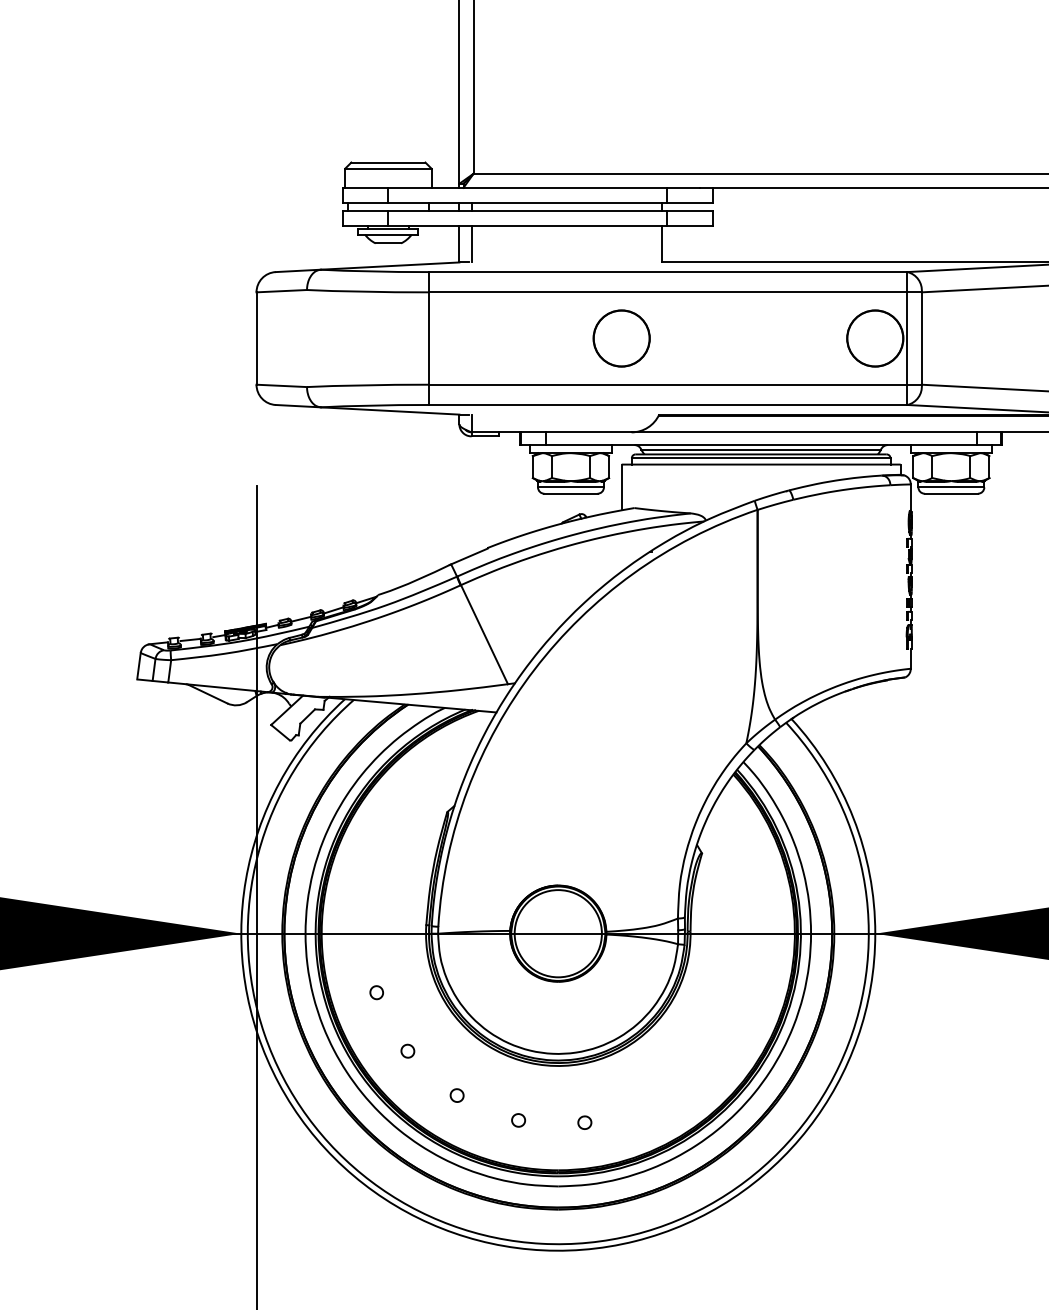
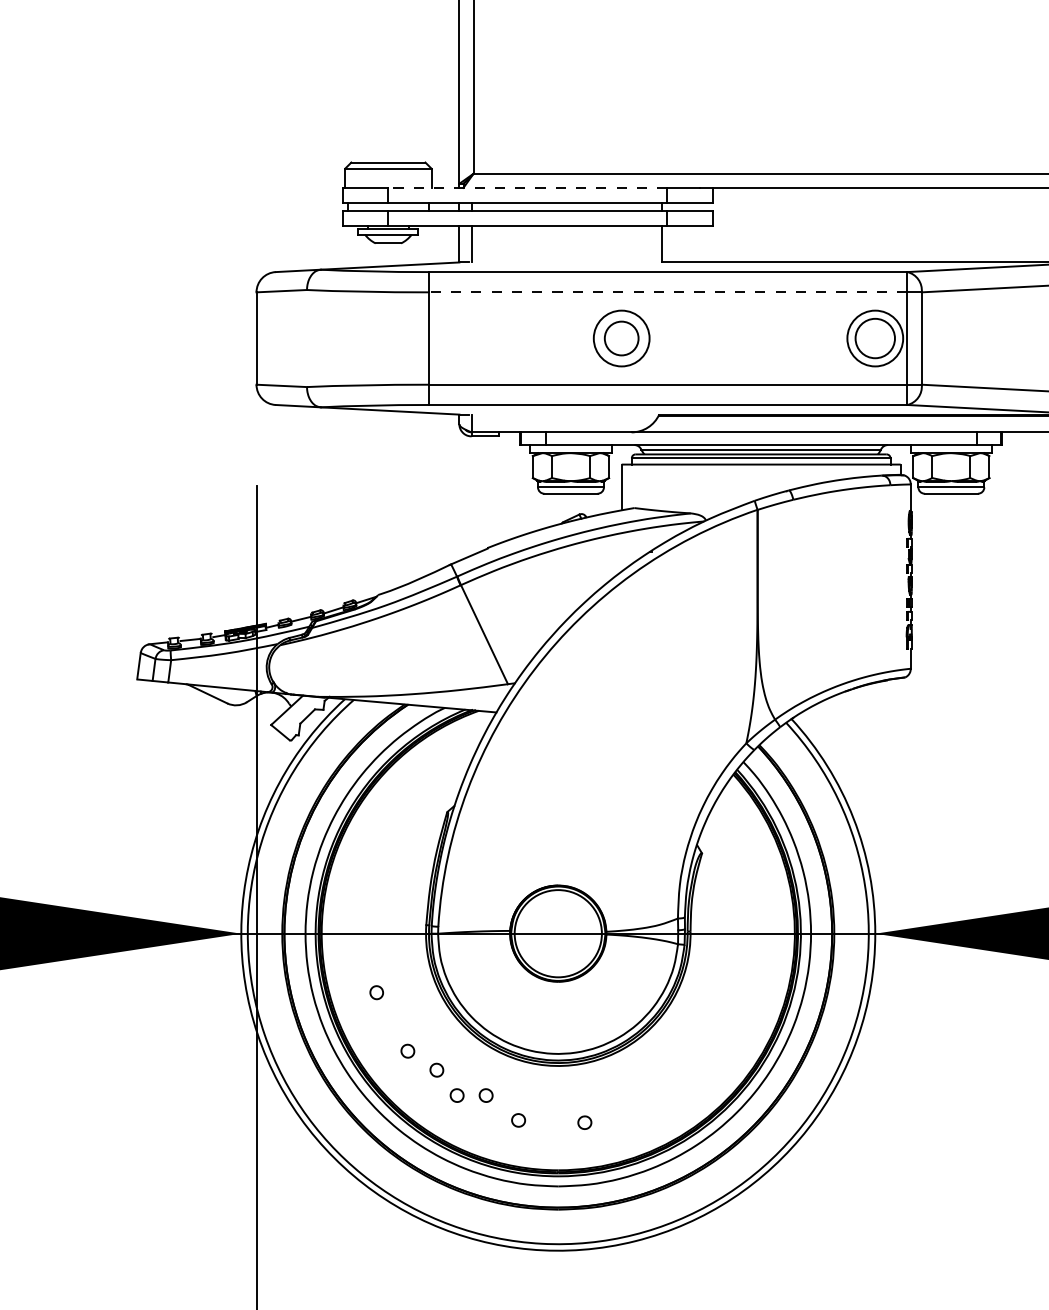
line at (527, 187): solid -> dashed
line at (667, 292): solid -> dashed
circle at (621, 338) diameter: 56 px -> 34 px
circle at (875, 338) diameter: 56 px -> 39 px
part at (436, 1069): none -> present
part at (485, 1095): none -> present
